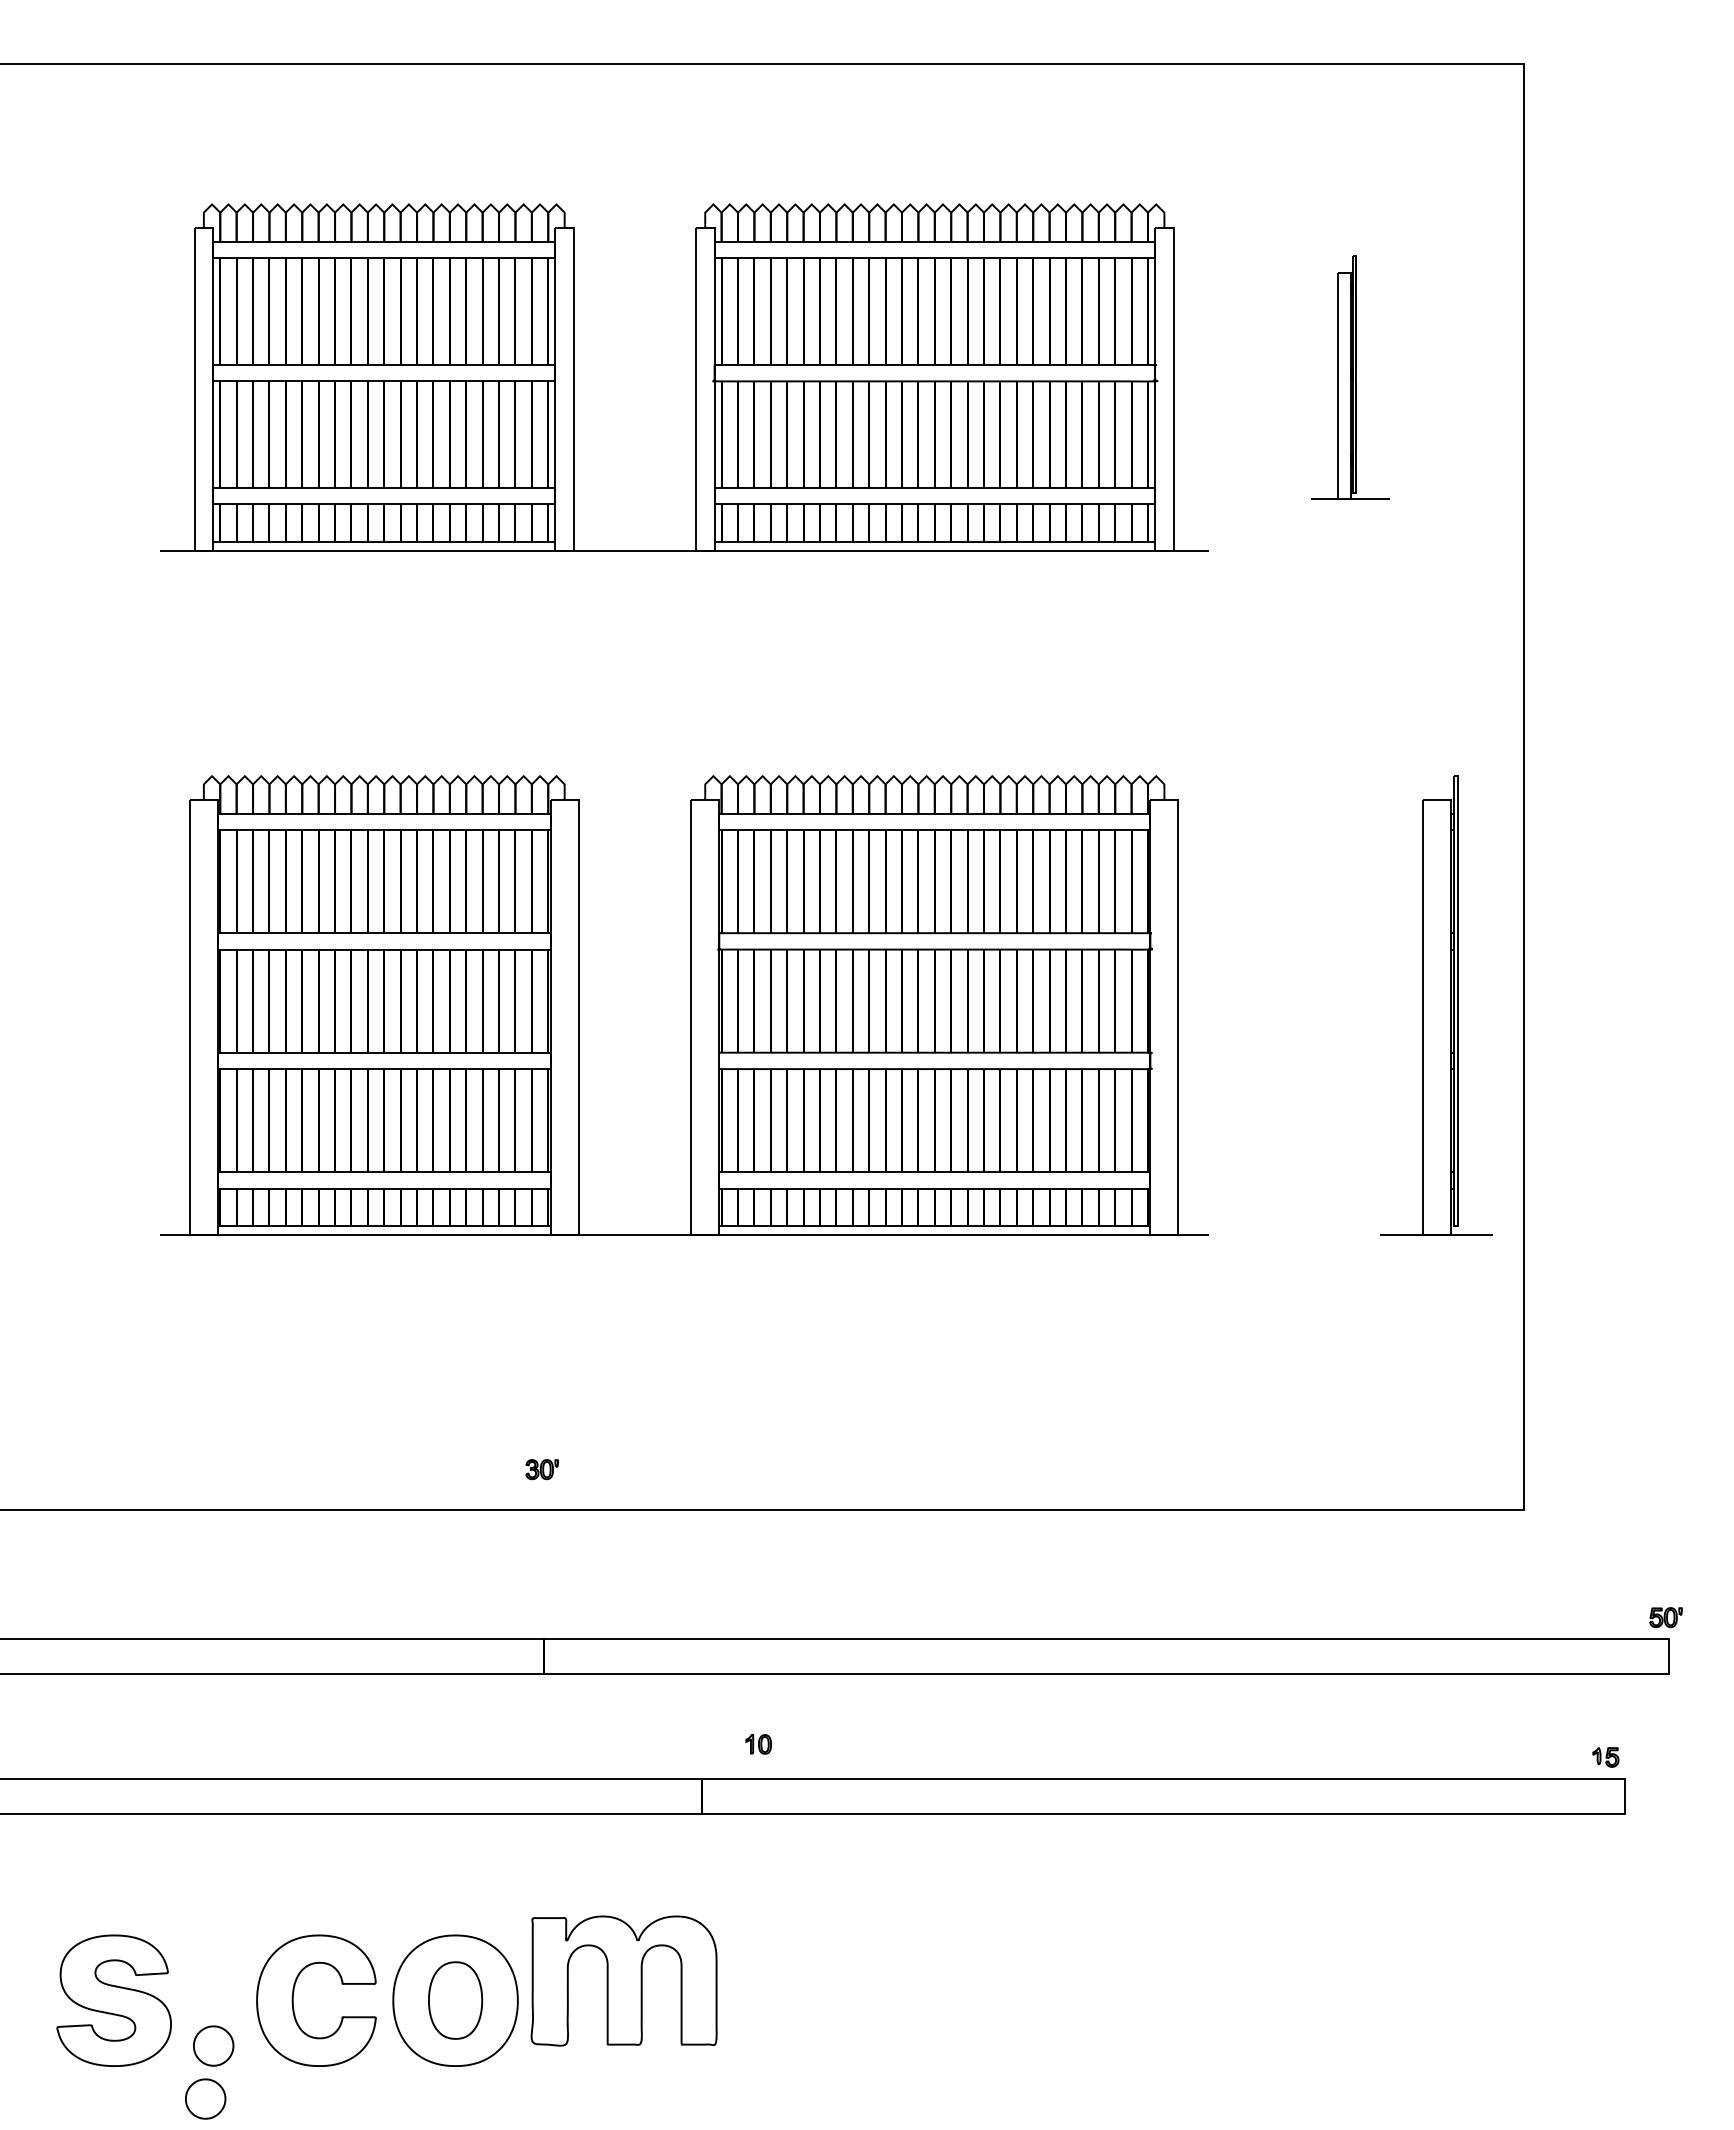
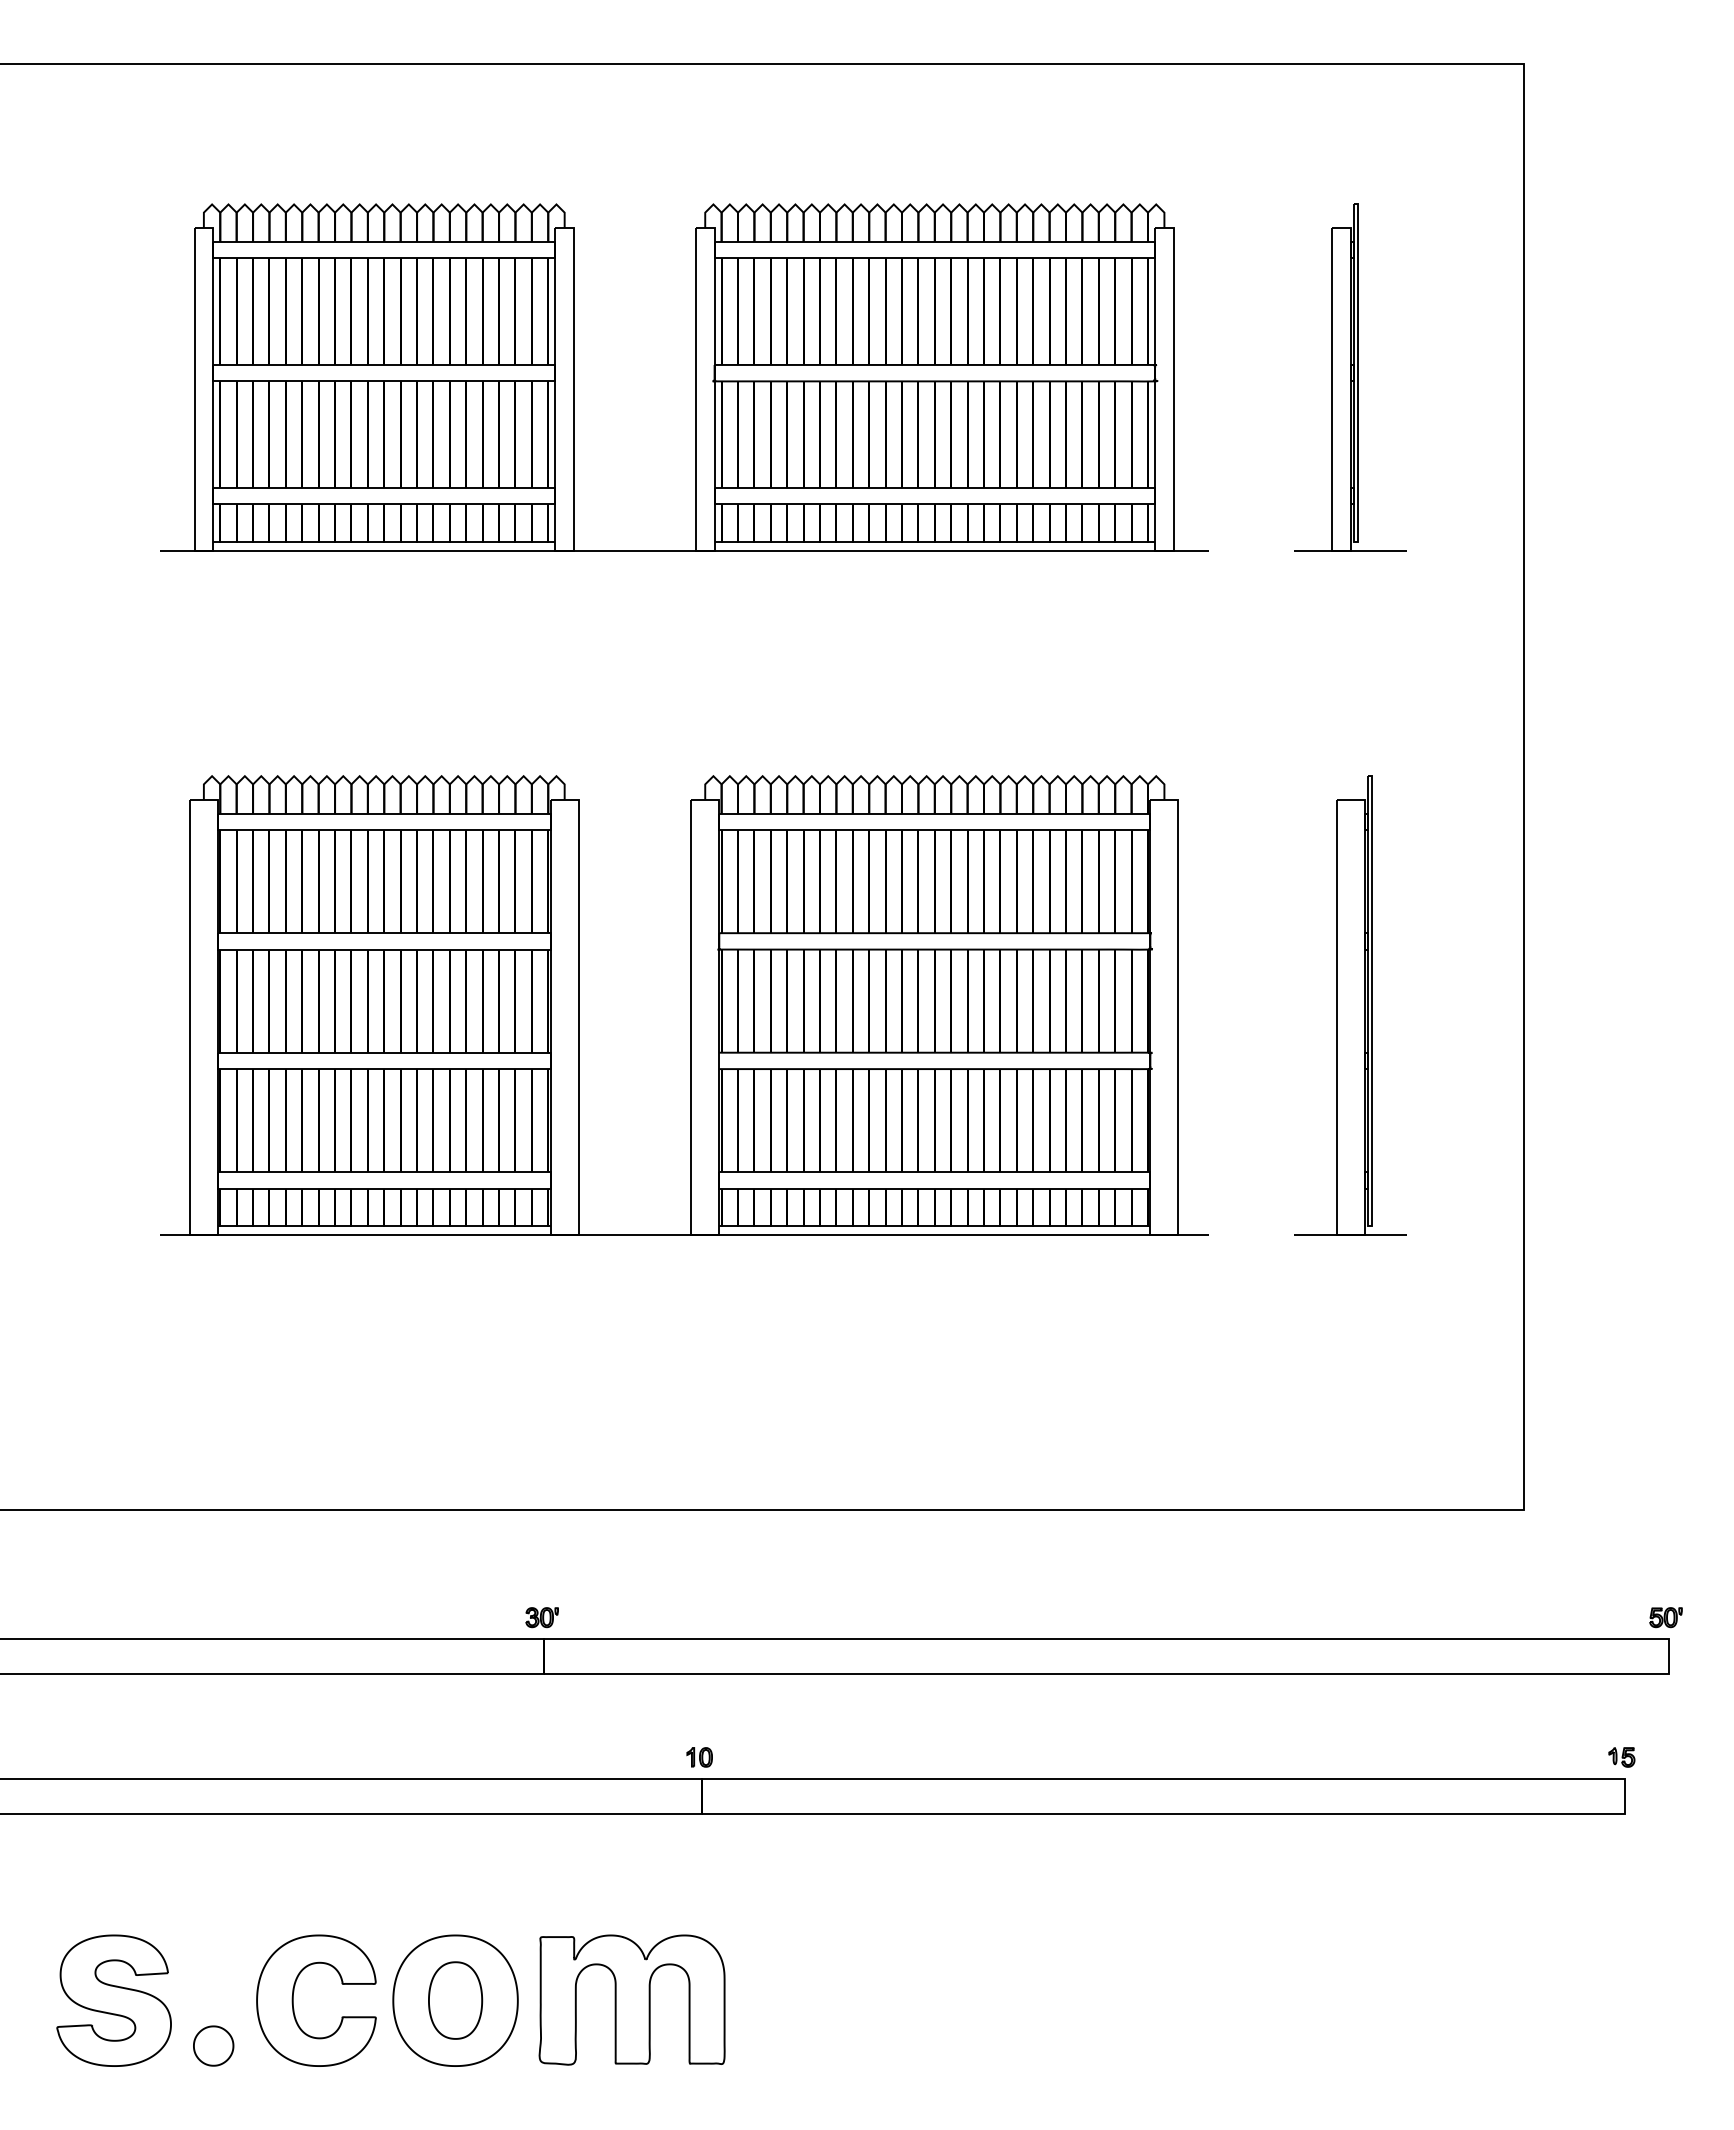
part at (1350, 377) size: 79x245 px -> 113x349 px
part at (1436, 1005) position: (1436, 1005) -> (1350, 1005)
part at (541, 1469) position: (541, 1469) -> (541, 1617)
part at (758, 1744) position: (758, 1744) -> (699, 1757)
part at (1605, 1757) position: (1605, 1757) -> (1621, 1757)
part at (623, 1980) position: (623, 1980) -> (631, 1999)
part at (205, 2098): present -> none
